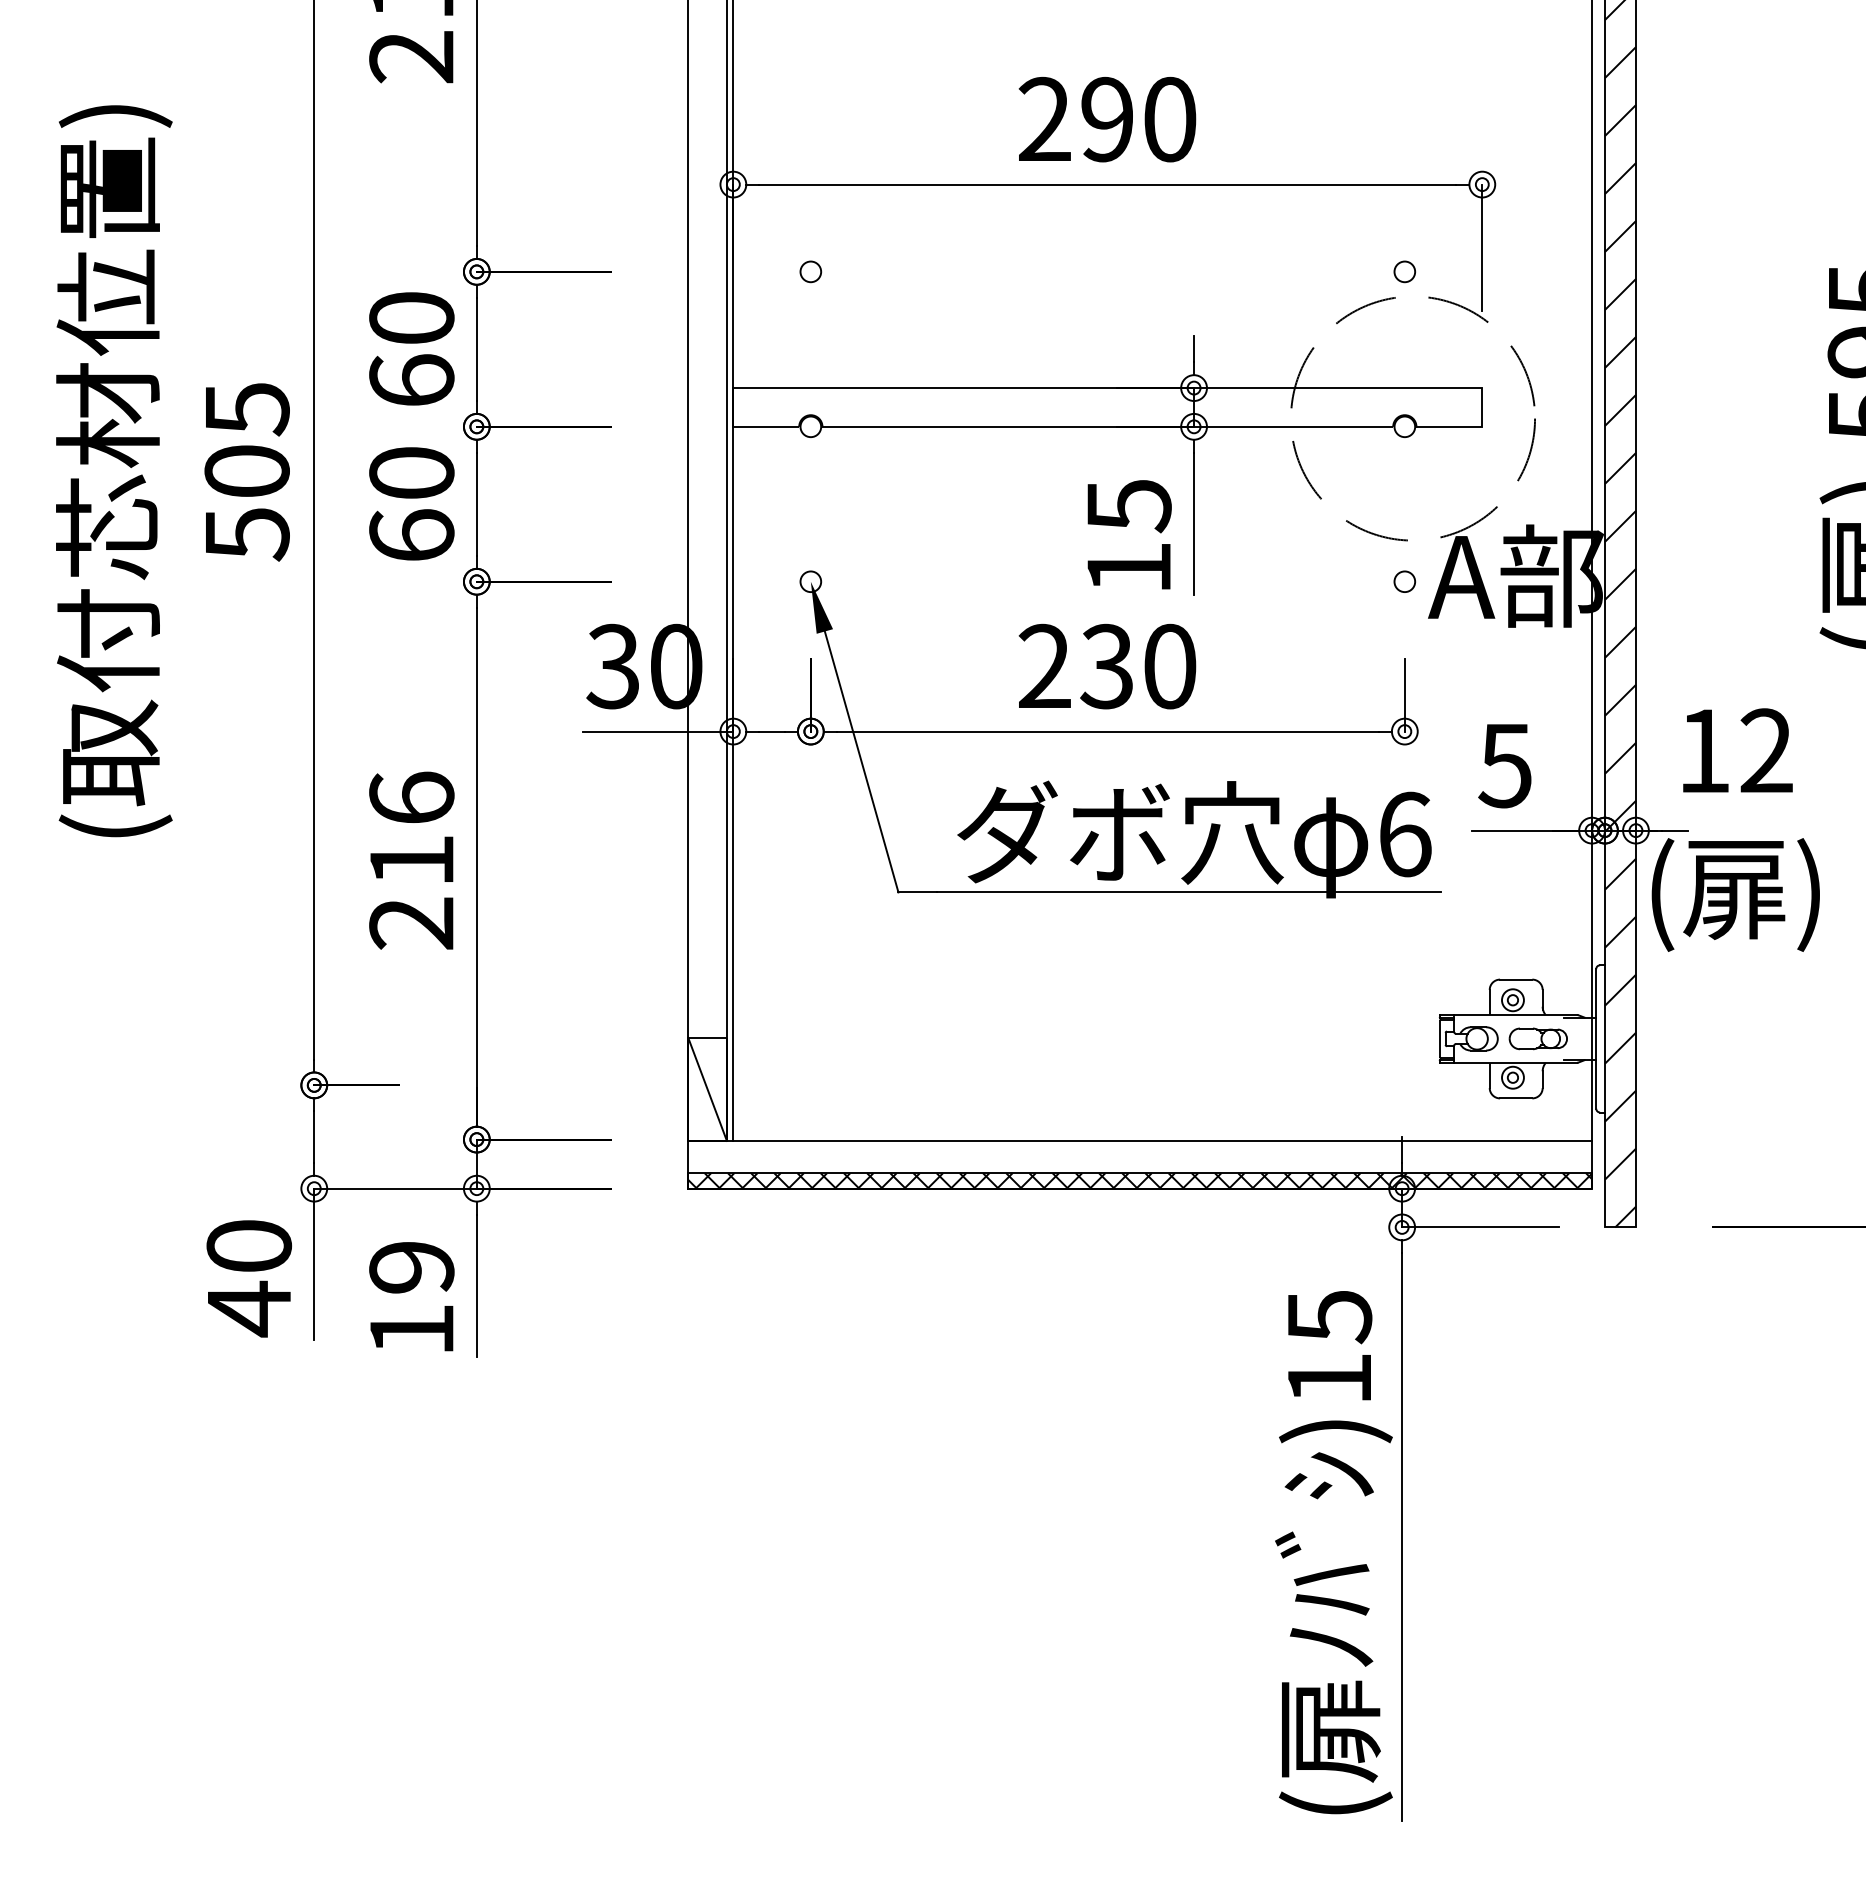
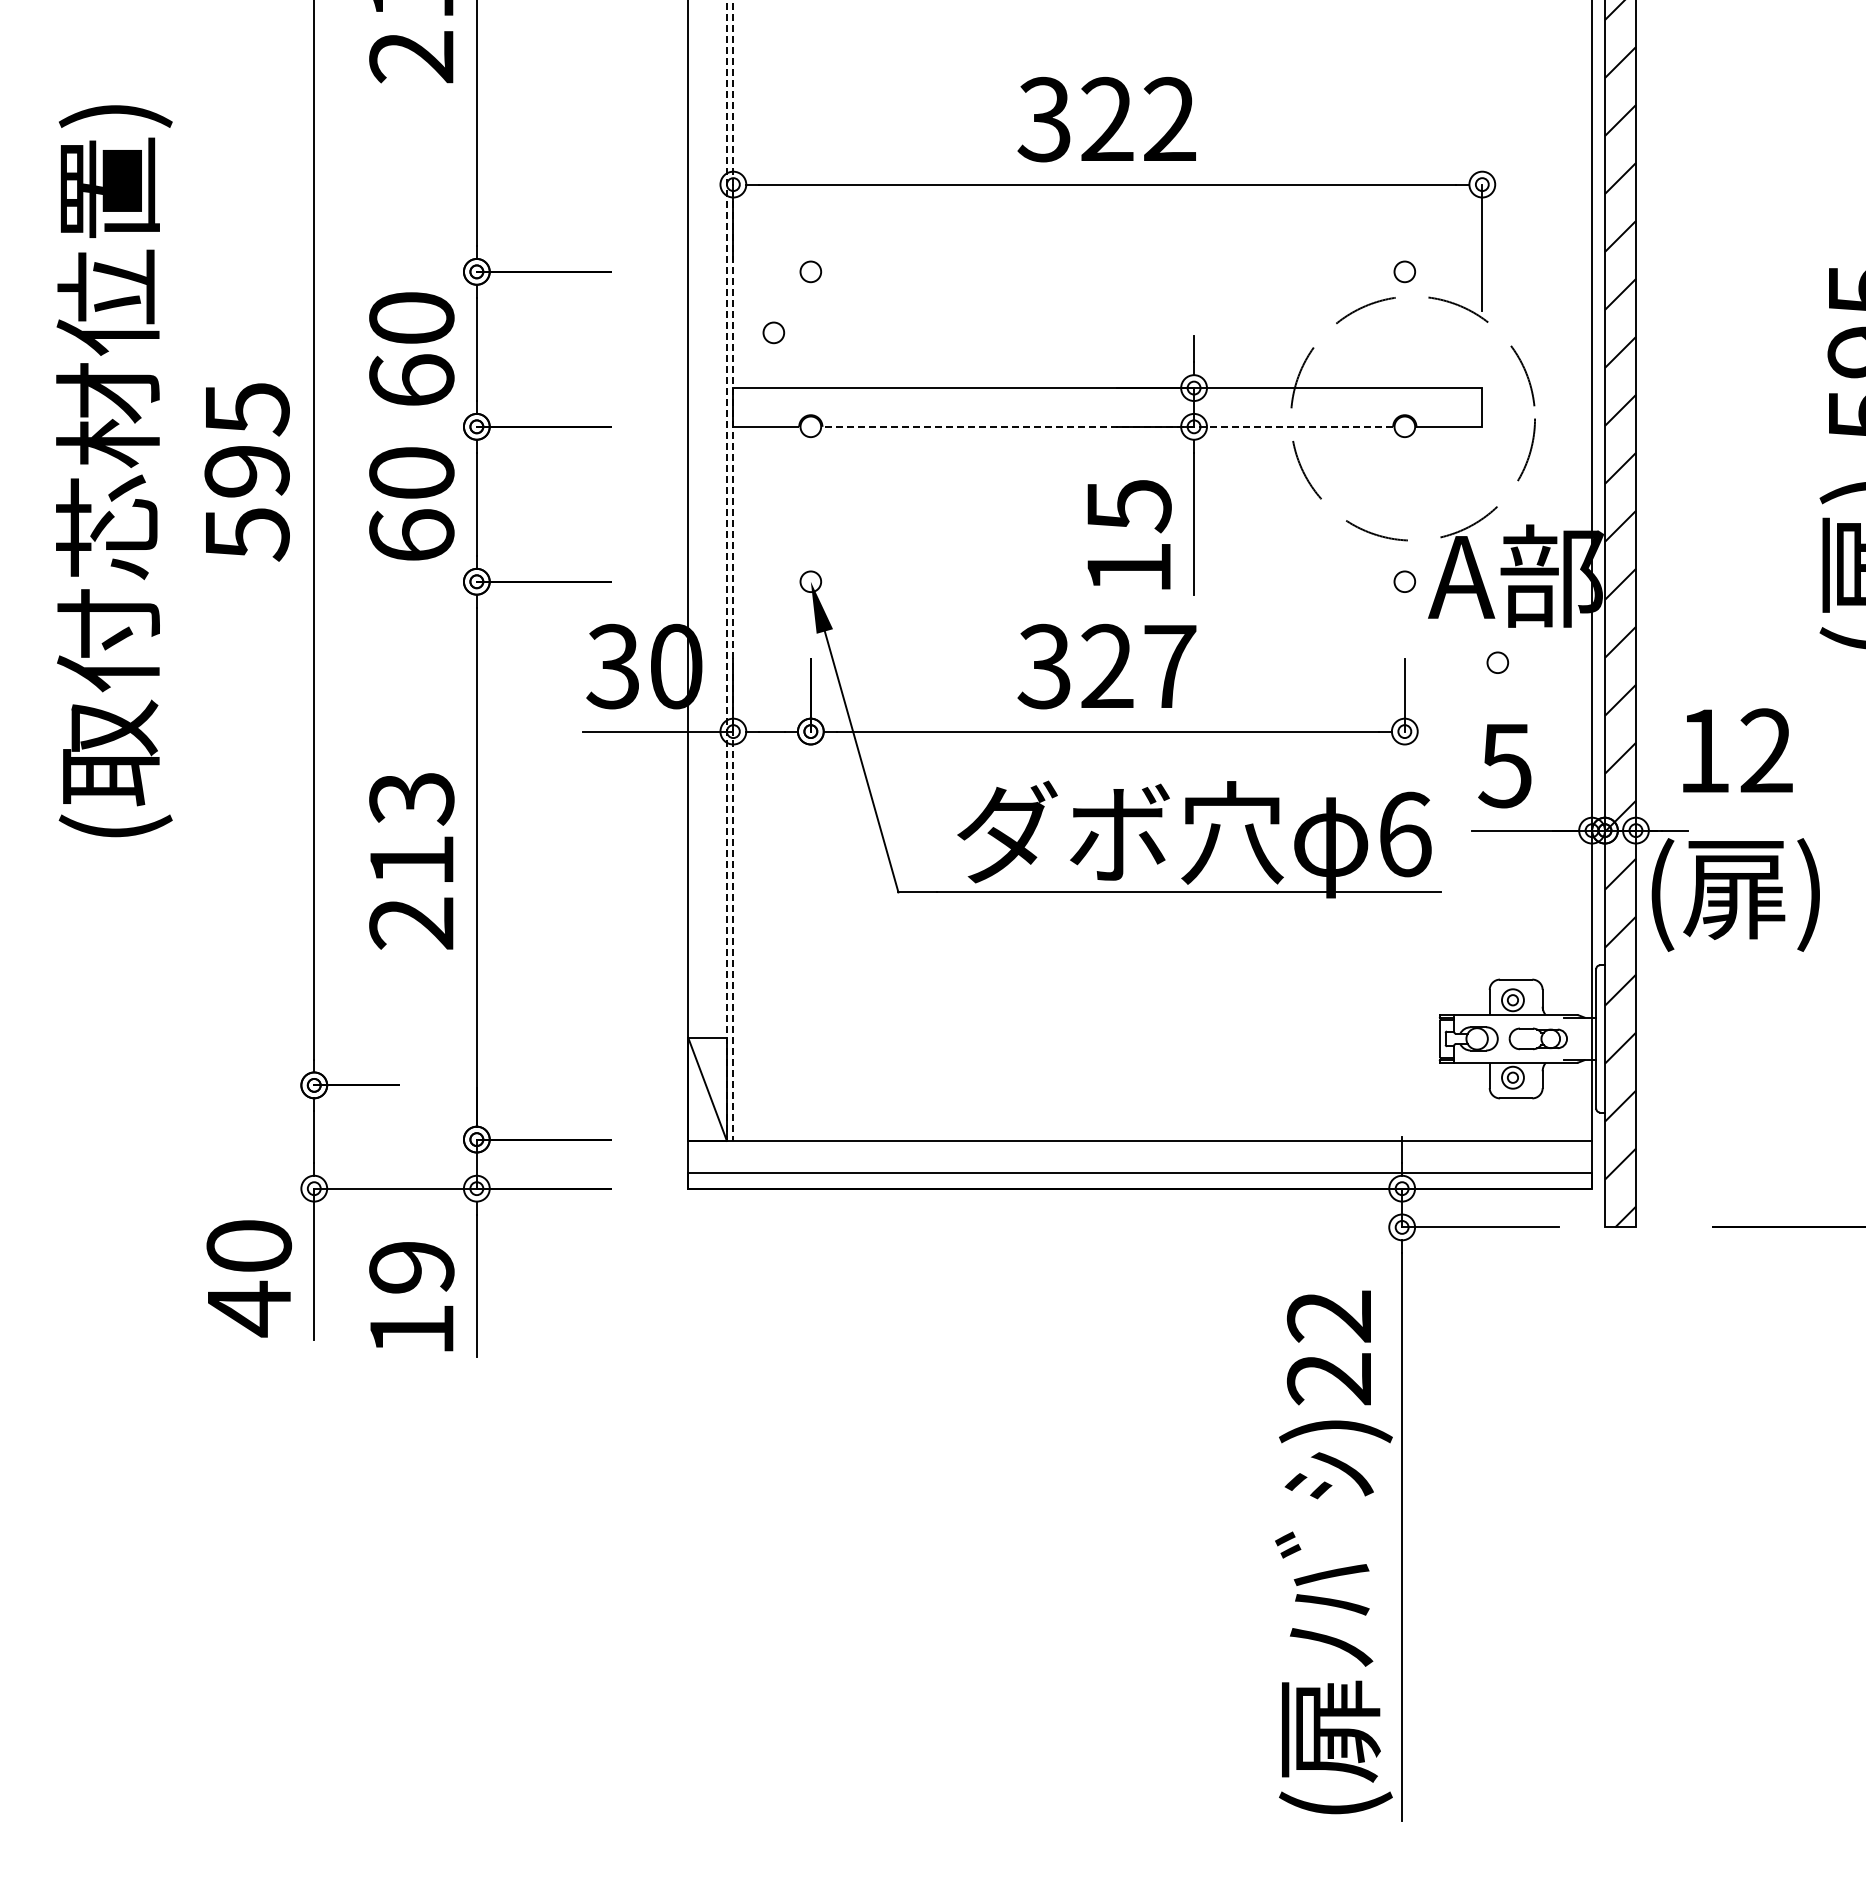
text at (1106, 119): 290 -> 322
circle at (773, 332): none -> present
line at (1107, 426): solid -> dashed
text at (246, 471): 505 -> 595
line at (726, 571): solid -> dashed
line at (733, 571): solid -> dashed
circle at (1497, 662): none -> present
text at (1106, 666): 230 -> 327
text at (411, 798): 216 -> 213
hatch at (1140, 1180): present -> none
text at (1329, 1347): )15 -> )22
